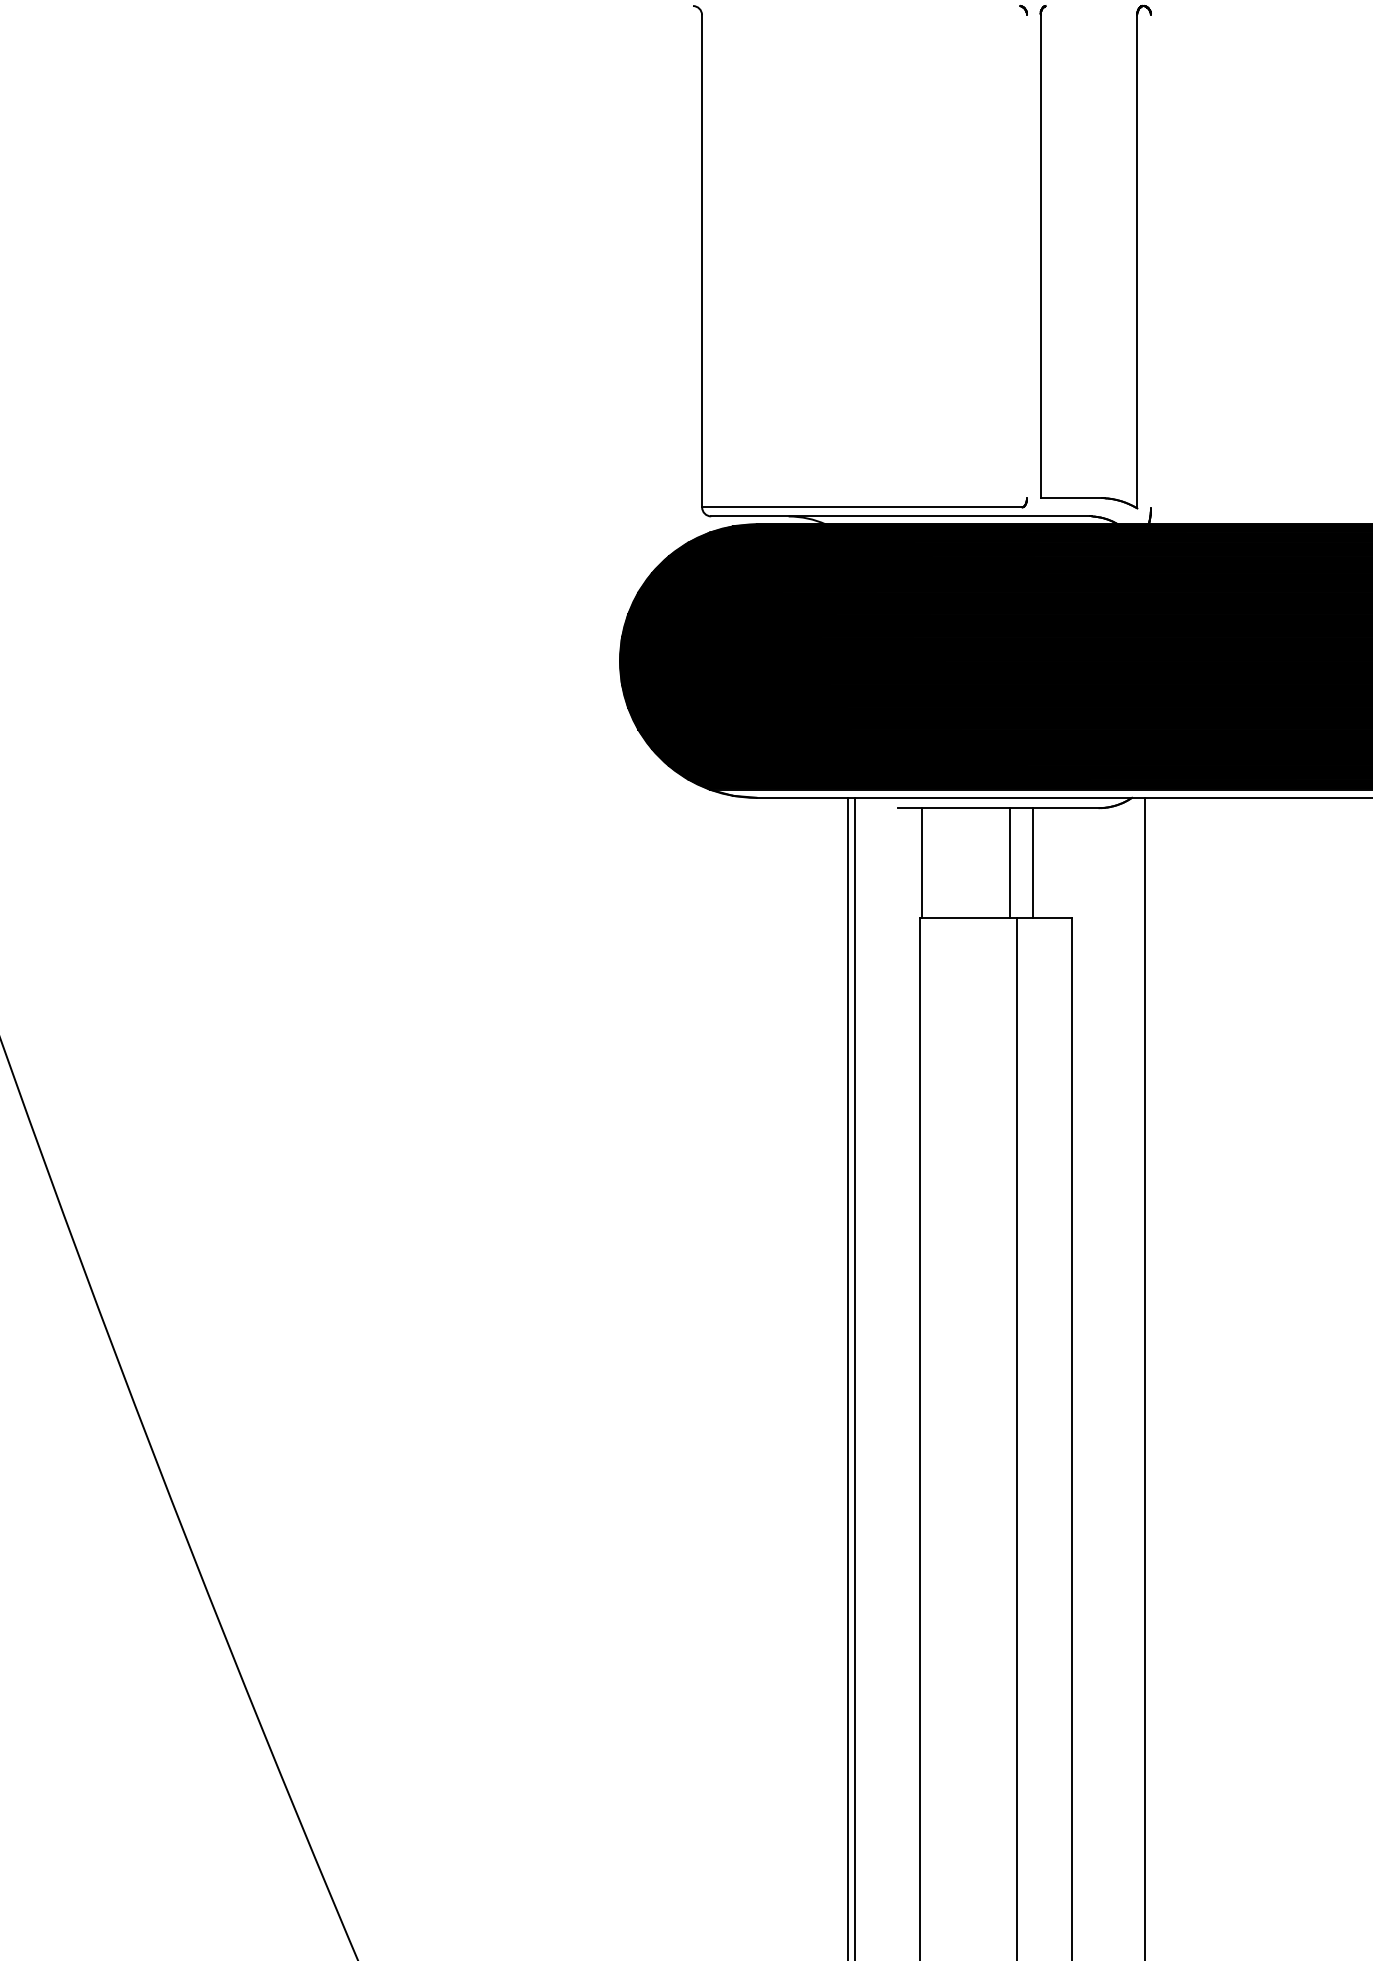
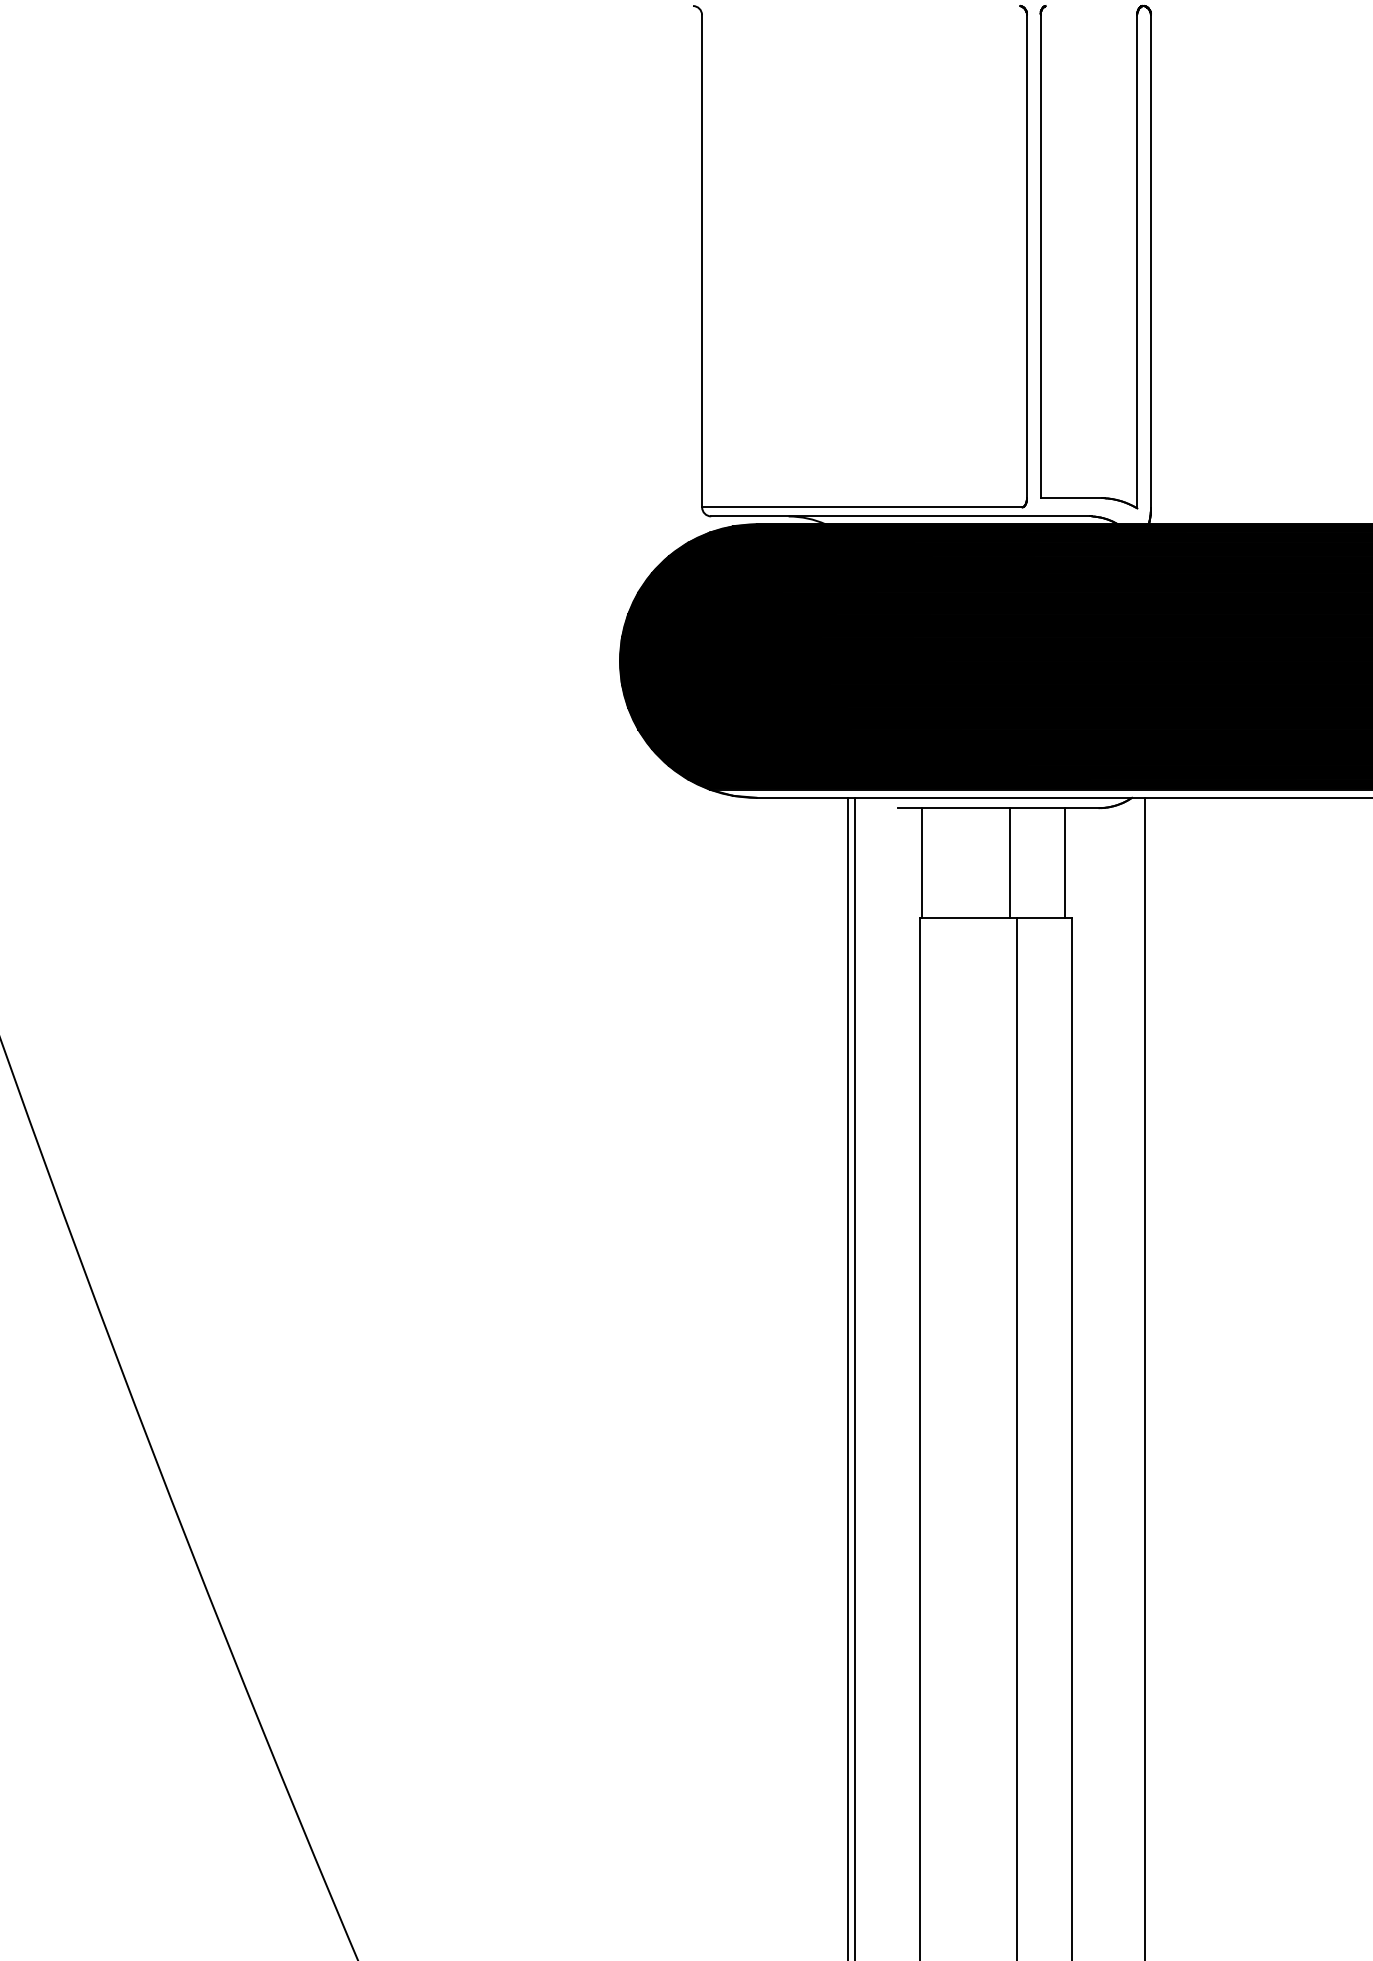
line at (1026, 256): none -> present
line at (1150, 261): none -> present
line at (1032, 862) position: (1032, 862) -> (1064, 862)
